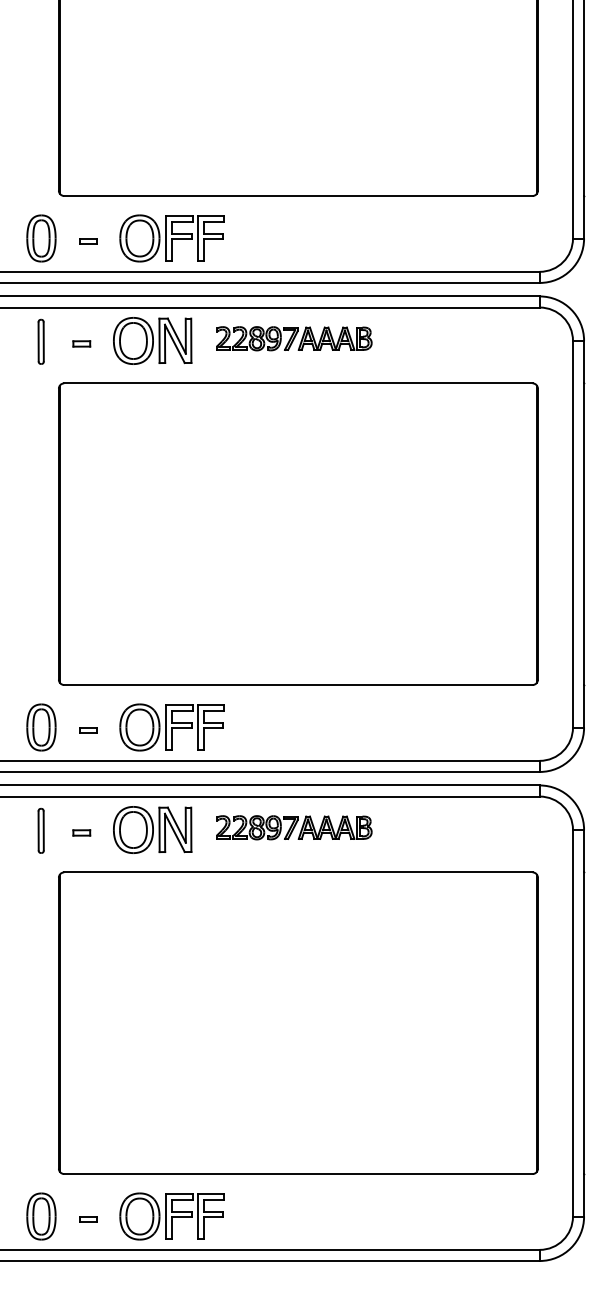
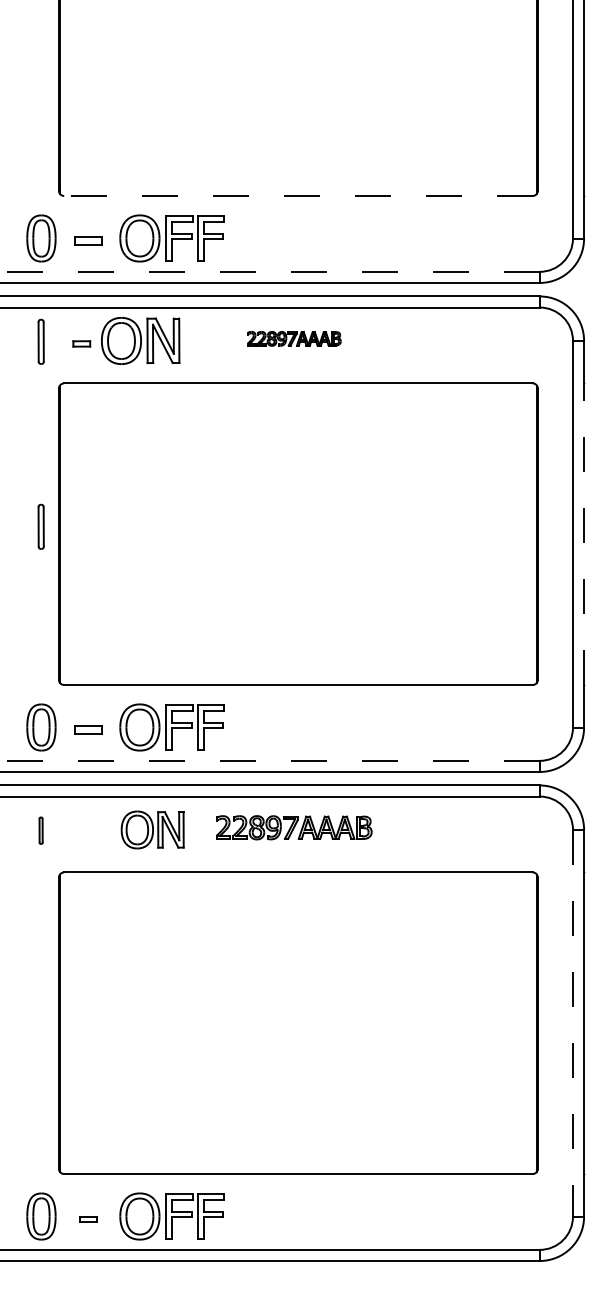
line at (297, 196): solid -> dashed
part at (88, 241) size: 19x7 px -> 29x10 px
line at (269, 271): solid -> dashed
part at (294, 338) size: 157x26 px -> 95x16 px
part at (152, 340) position: (152, 340) -> (140, 340)
part at (40, 526): none -> present
line at (584, 534): solid -> dashed
part at (88, 730) size: 19x7 px -> 29x10 px
line at (269, 760): solid -> dashed
part at (152, 829) size: 80x48 px -> 65x40 px
part at (40, 830) size: 8x47 px -> 6x29 px
part at (81, 832): present -> none
line at (573, 1023): solid -> dashed
